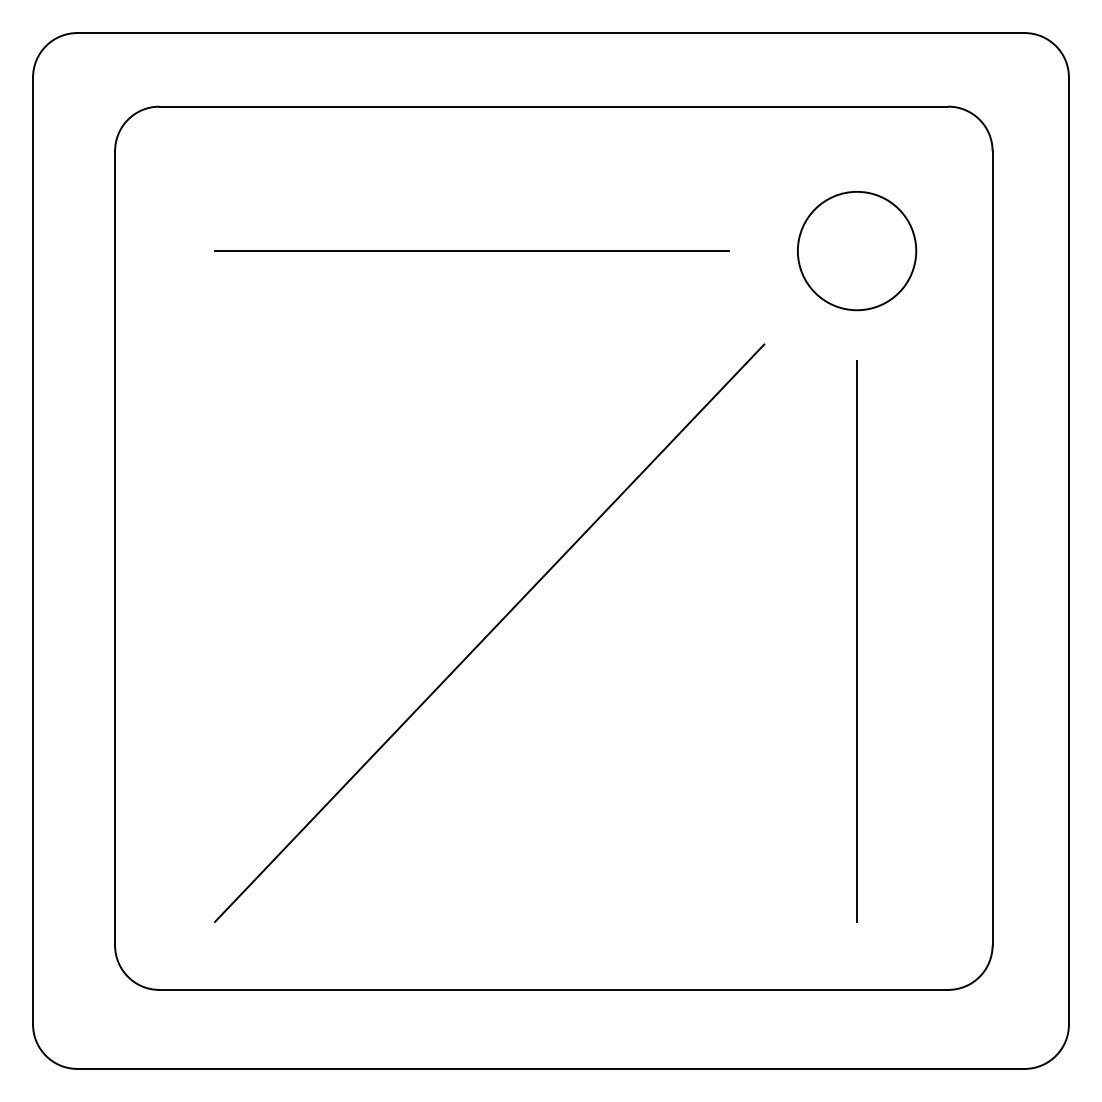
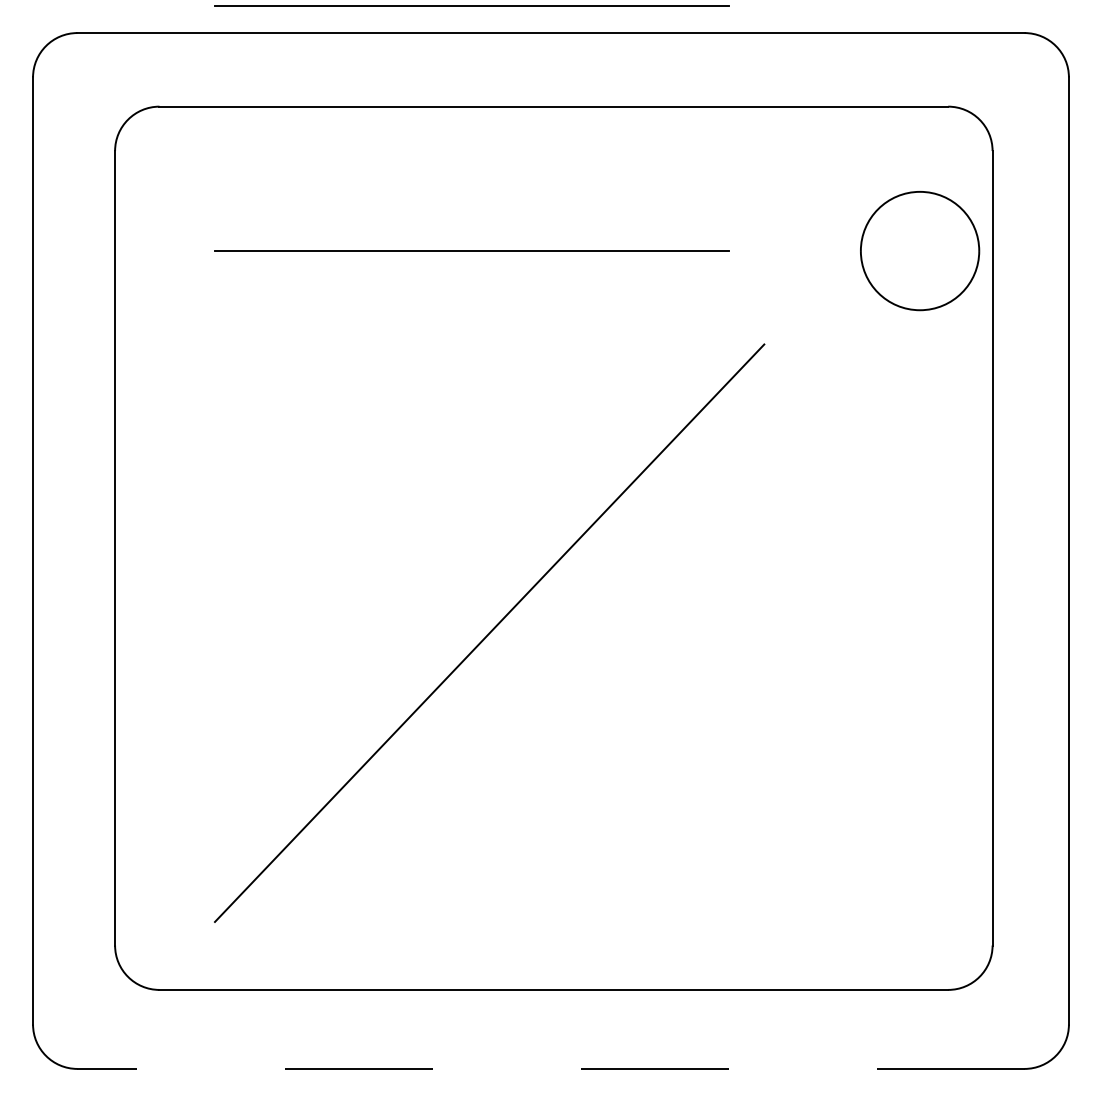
line at (471, 5): none -> present
part at (857, 251) position: (857, 251) -> (920, 251)
line at (857, 641): present -> none
line at (550, 1068): solid -> dashed
